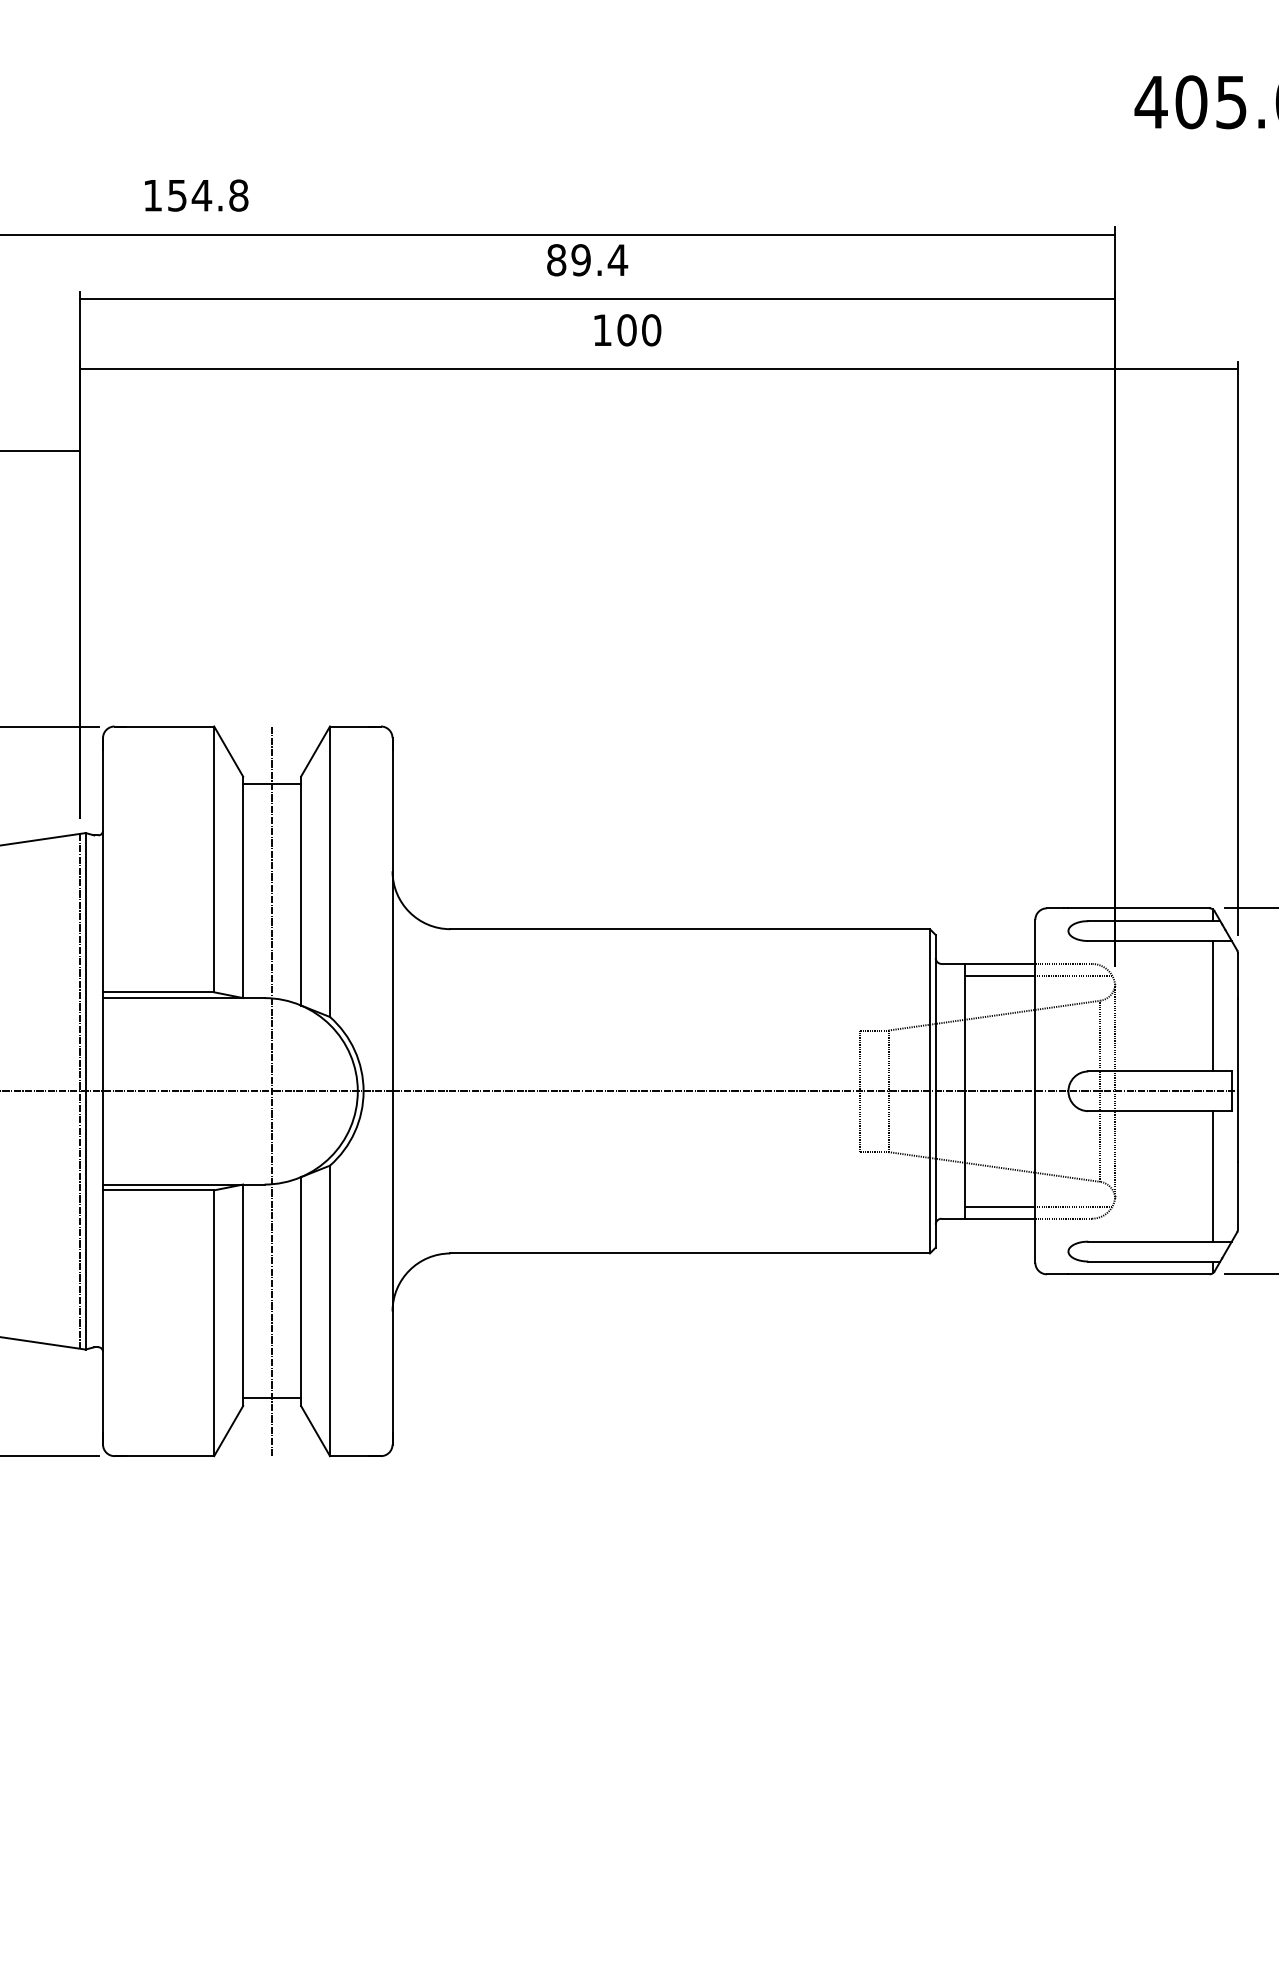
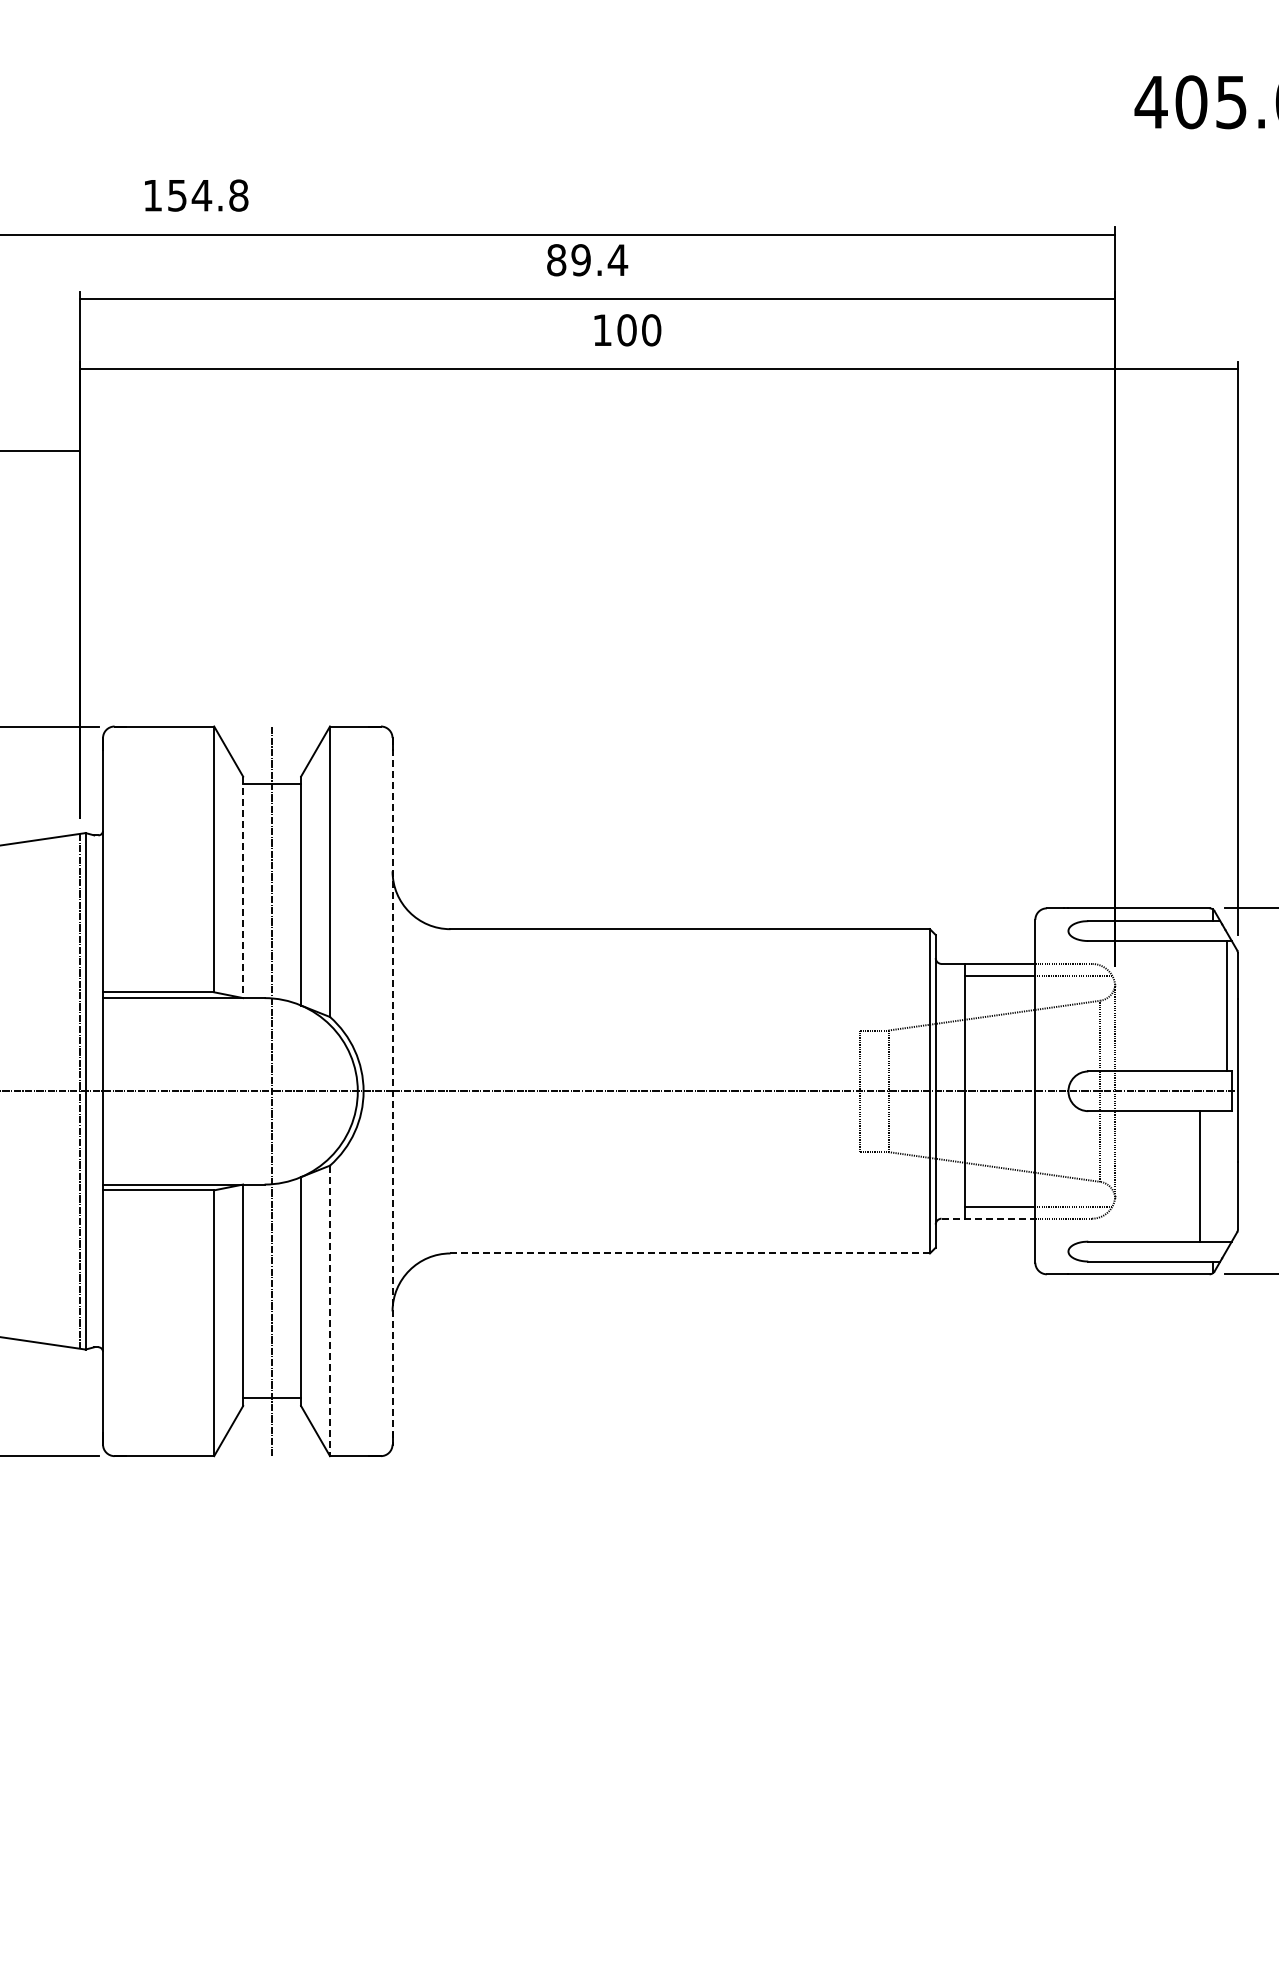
line at (243, 887): solid -> dashed
line at (1212, 1006) position: (1212, 1006) -> (1226, 1006)
line at (392, 1091): solid -> dashed
line at (1212, 1176) position: (1212, 1176) -> (1199, 1176)
line at (988, 1218): solid -> dashed
line at (690, 1253): solid -> dashed
line at (330, 1311): solid -> dashed
